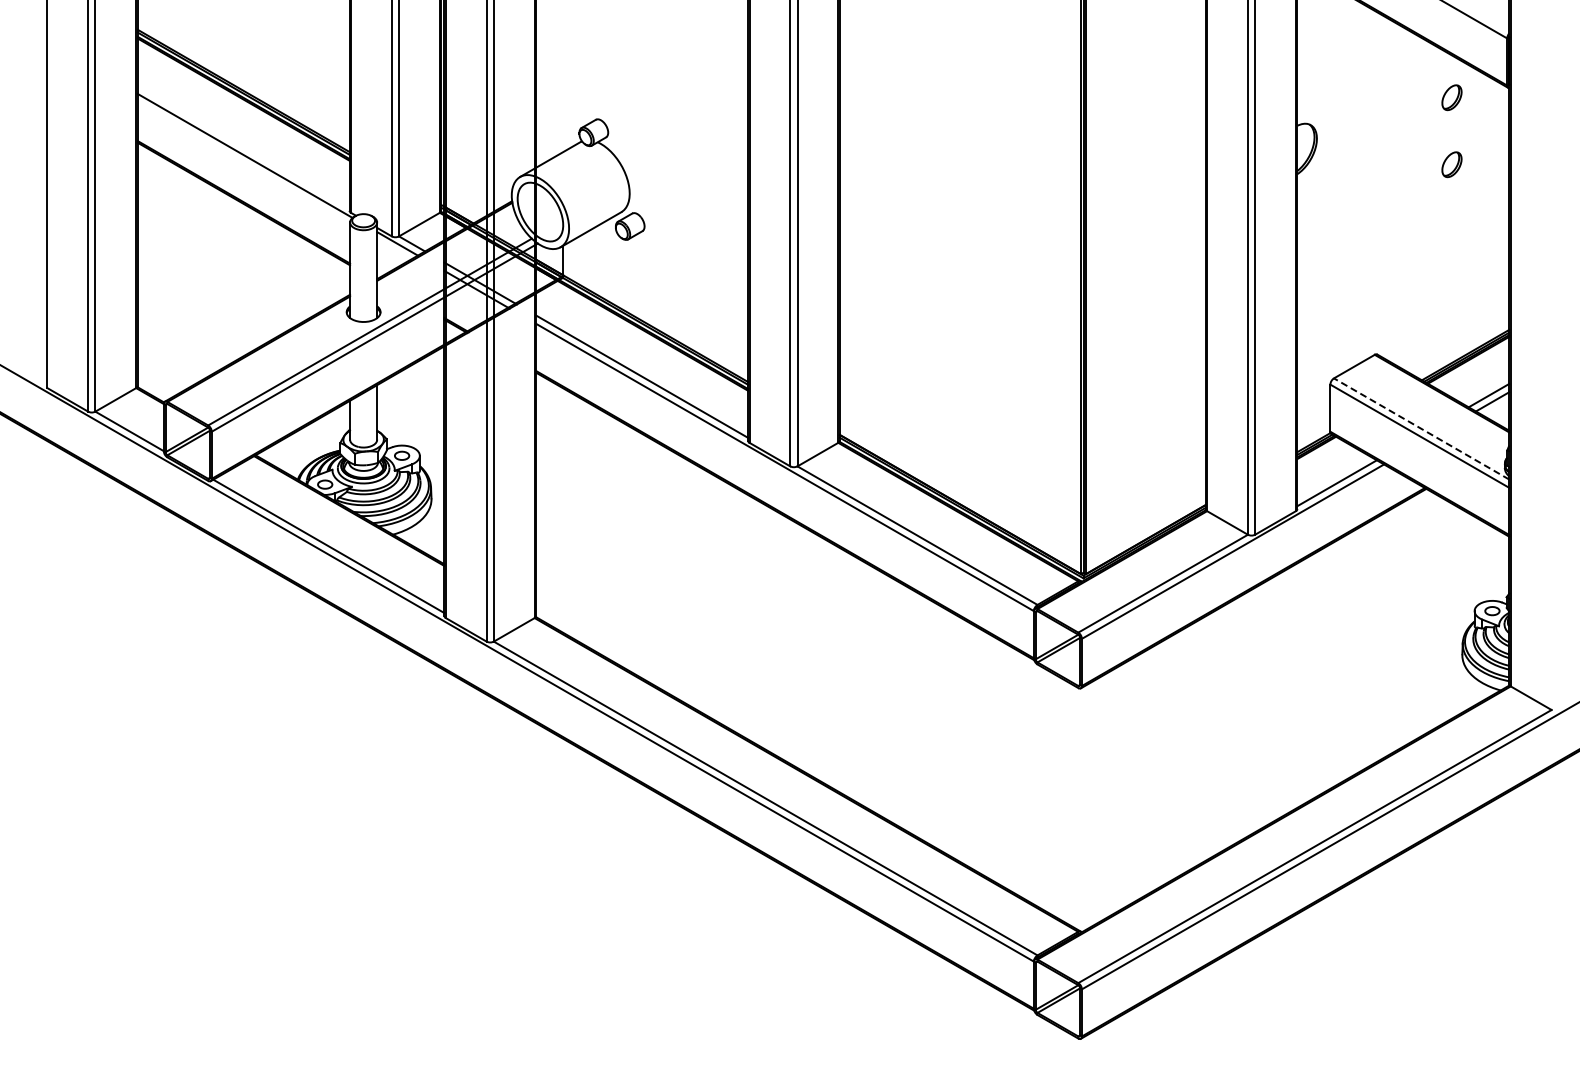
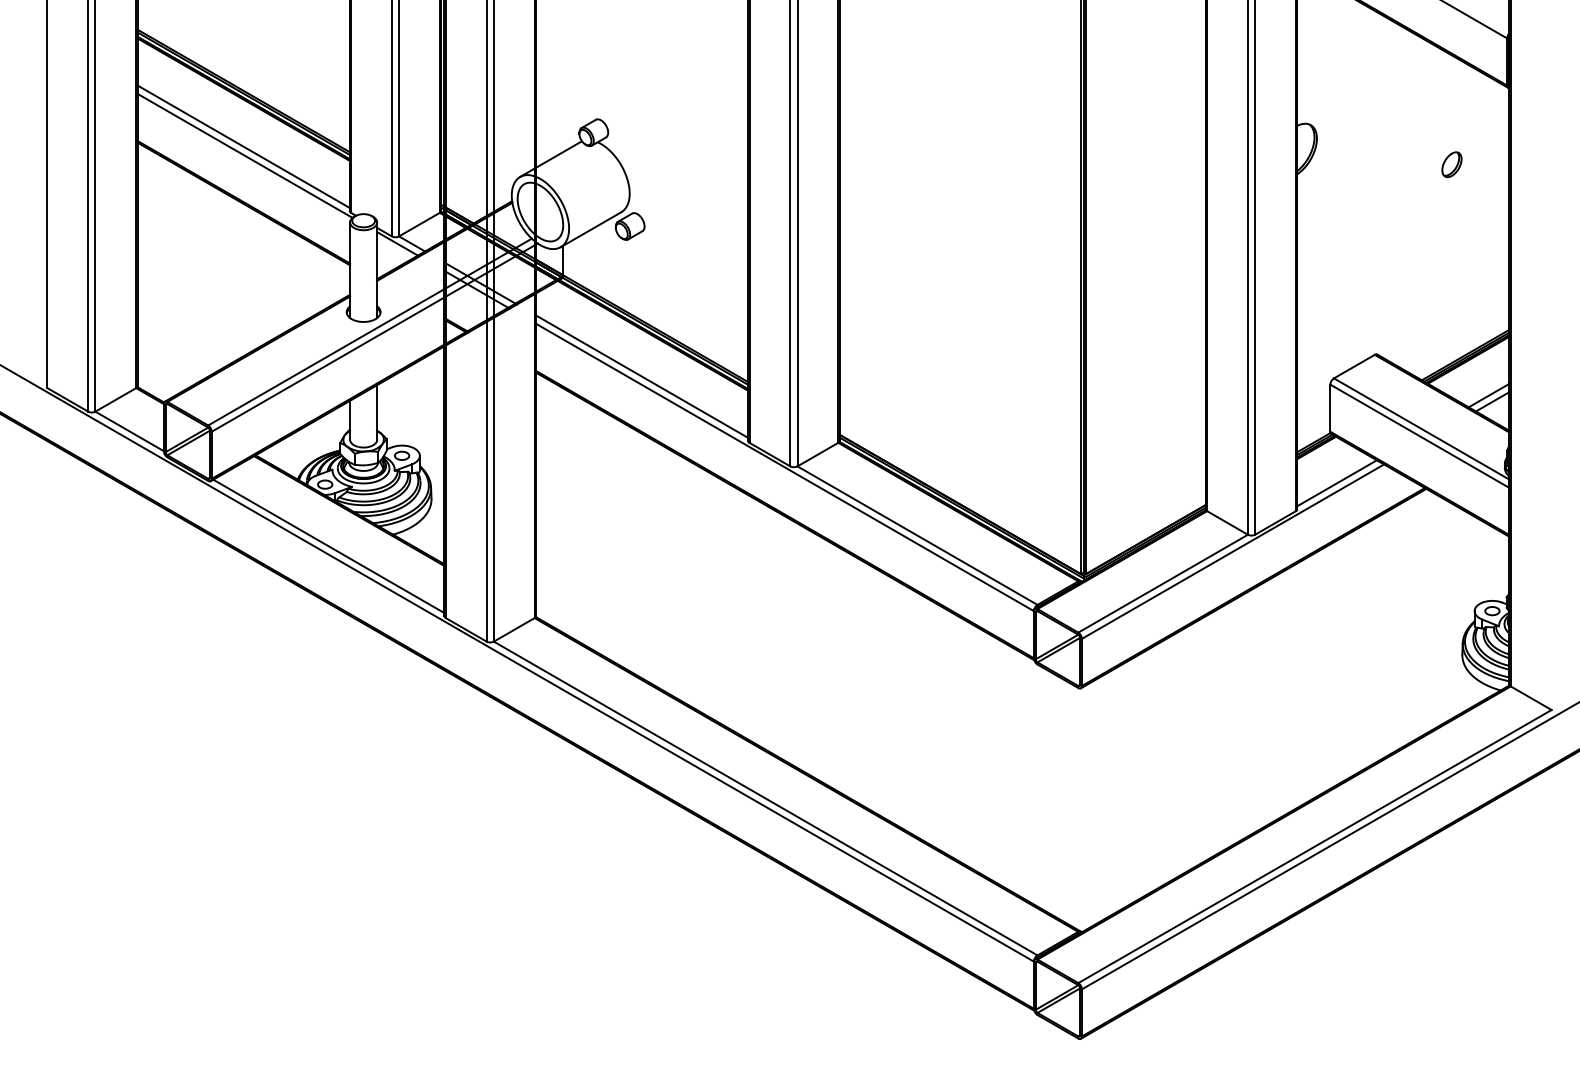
part at (1451, 97): present -> none
line at (243, 146): none -> present
line at (1421, 428): dashed -> solid
